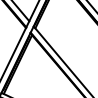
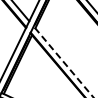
line at (63, 61): solid -> dashed
